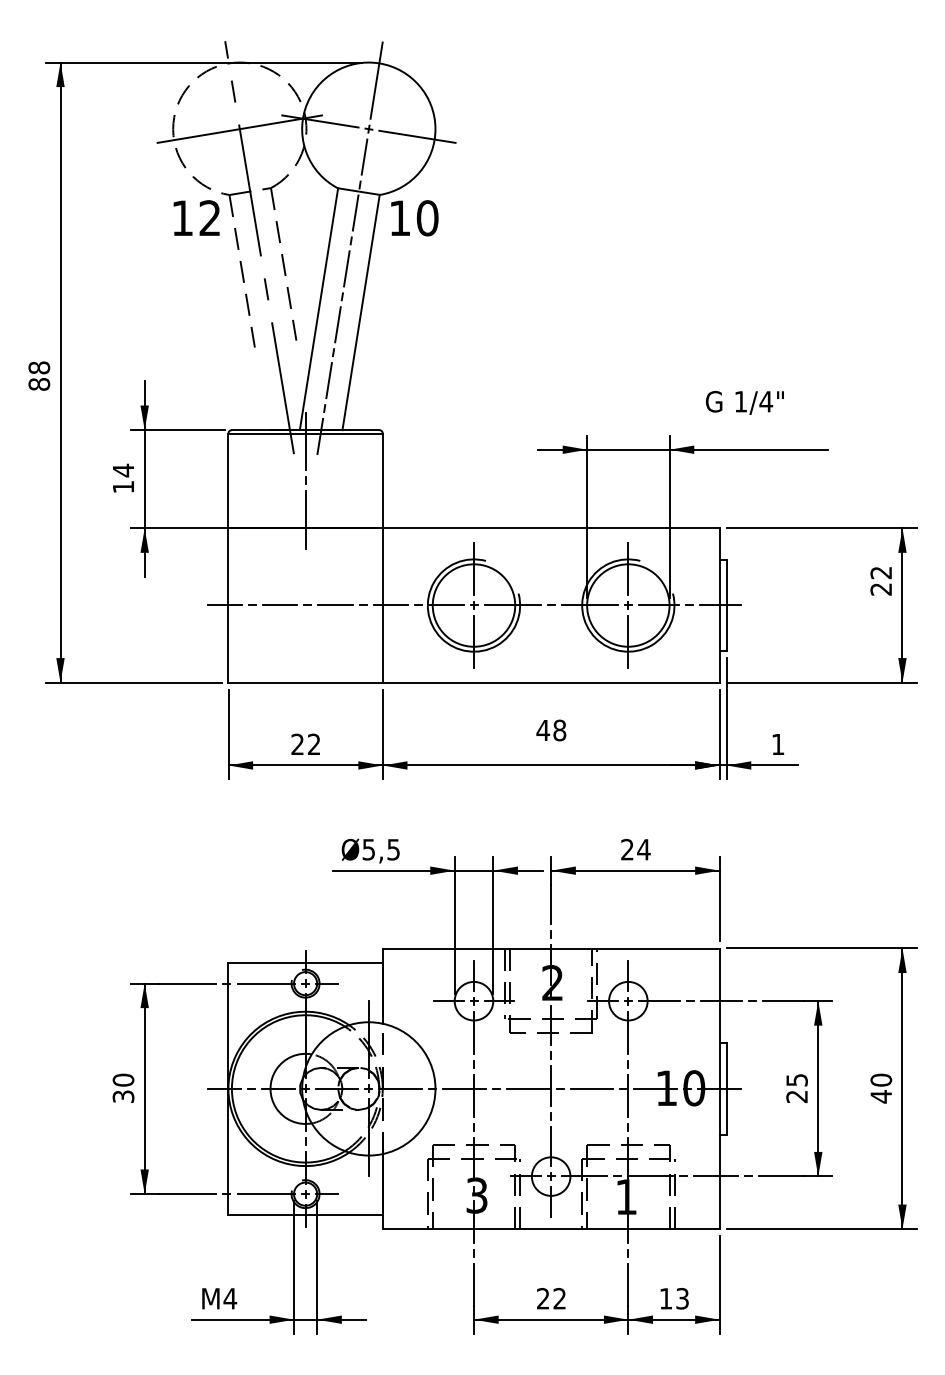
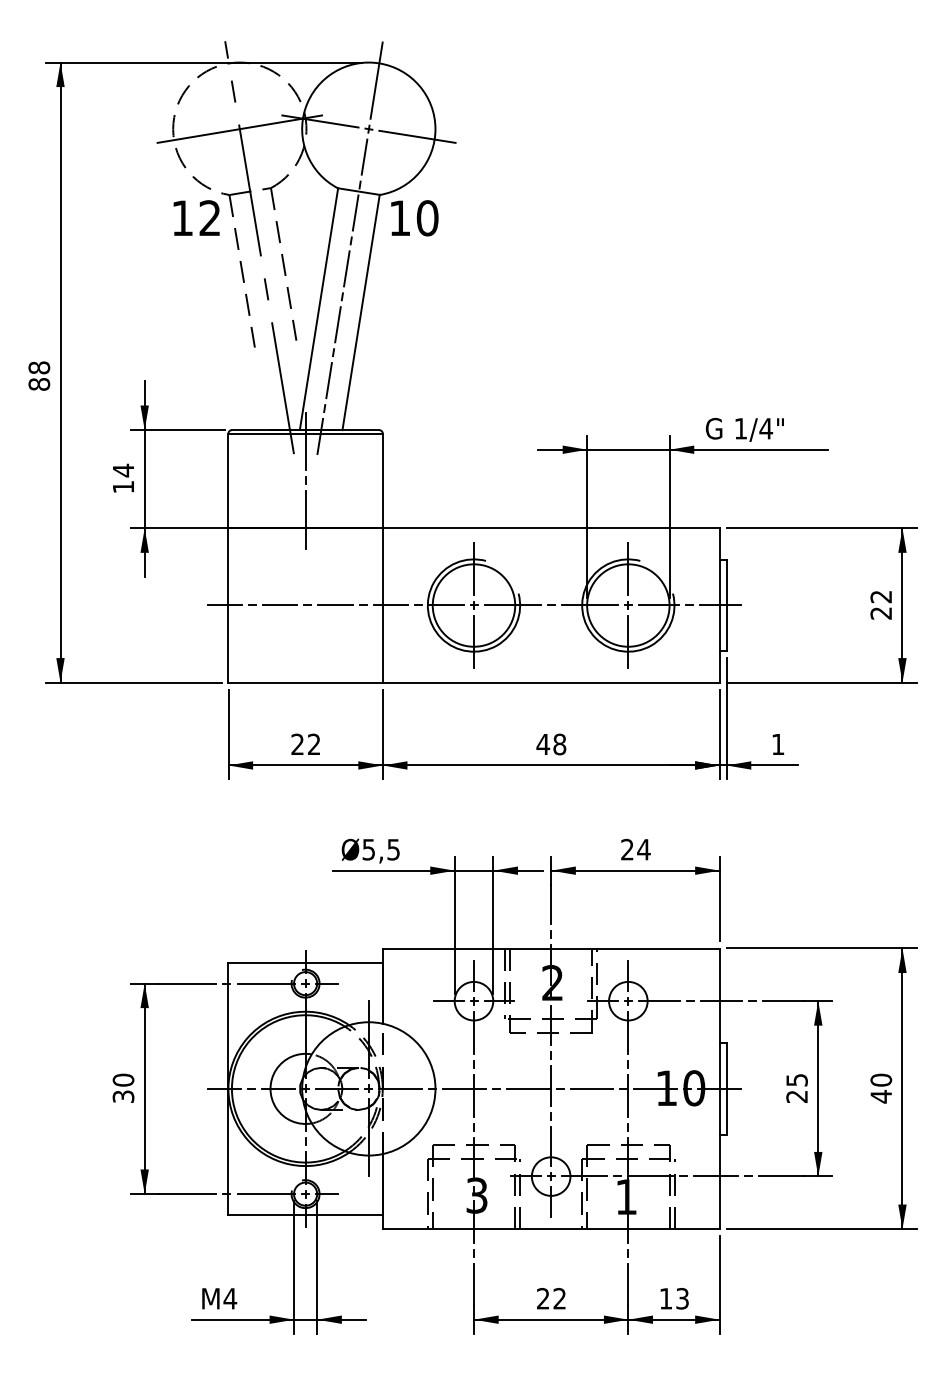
text at (744, 402) position: (744, 402) -> (744, 429)
text at (880, 581) position: (880, 581) -> (880, 605)
text at (551, 730) position: (551, 730) -> (551, 744)
